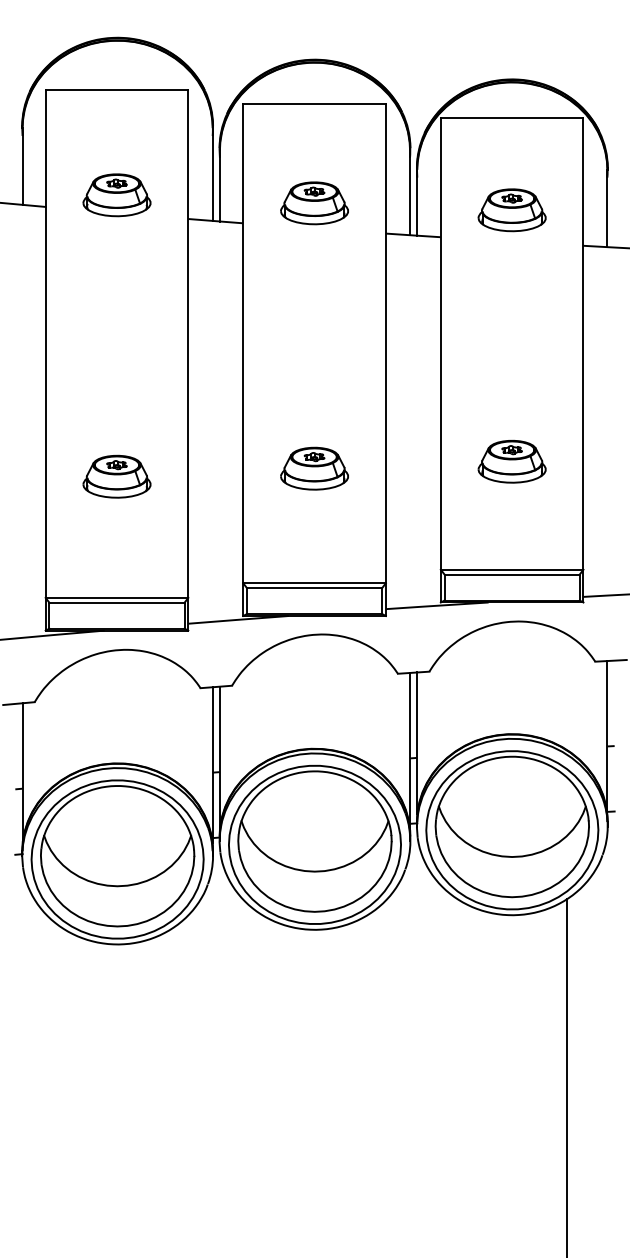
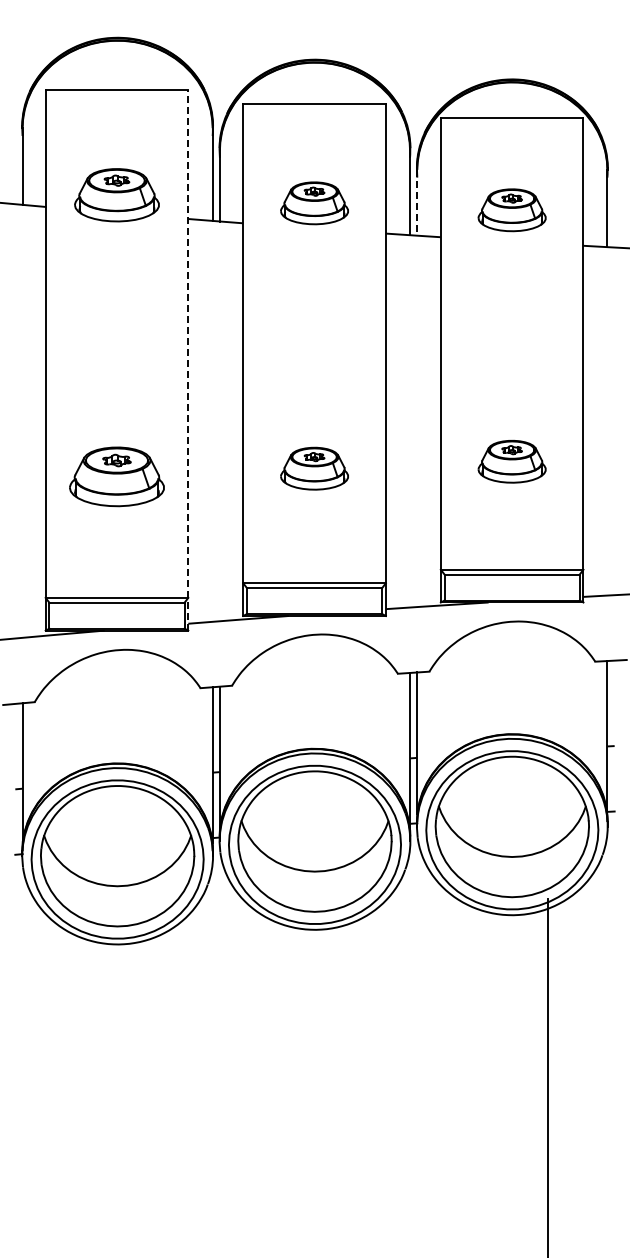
part at (116, 195) size: 70x45 px -> 86x55 px
line at (417, 202): solid -> dashed
line at (188, 359): solid -> dashed
part at (116, 476) size: 70x45 px -> 96x62 px
line at (567, 1076) position: (567, 1076) -> (548, 1076)
